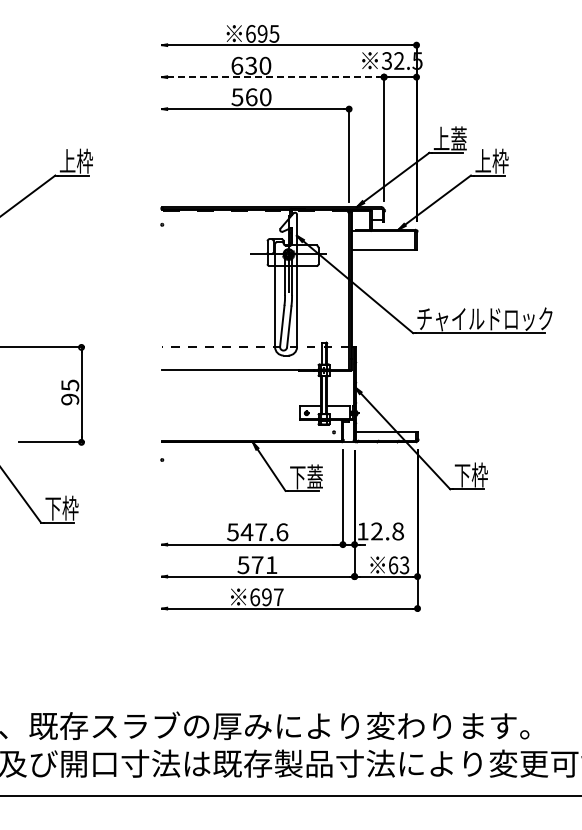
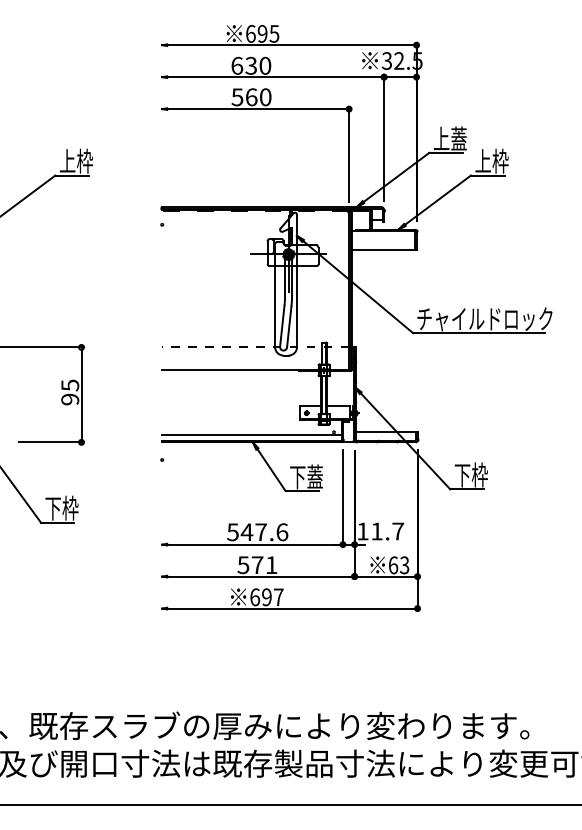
line at (273, 77): dashed -> solid
line at (251, 435): none -> present
text at (387, 531): 12.8 -> 11.7
line at (290, 796) position: (290, 796) -> (290, 805)
